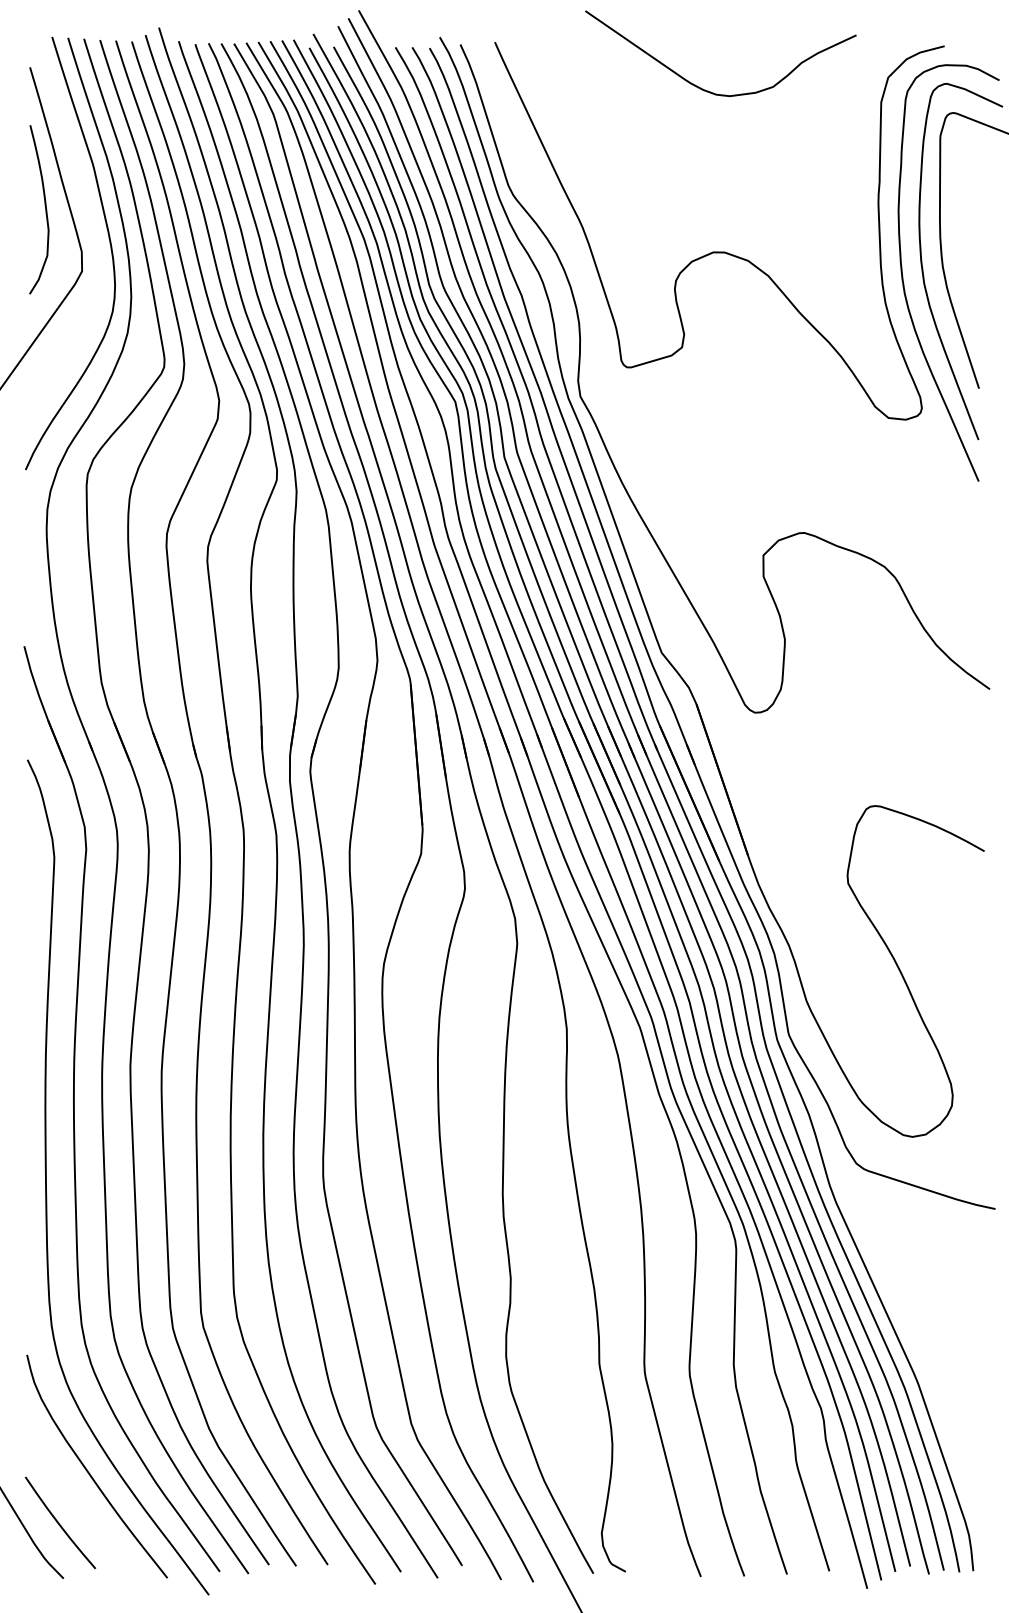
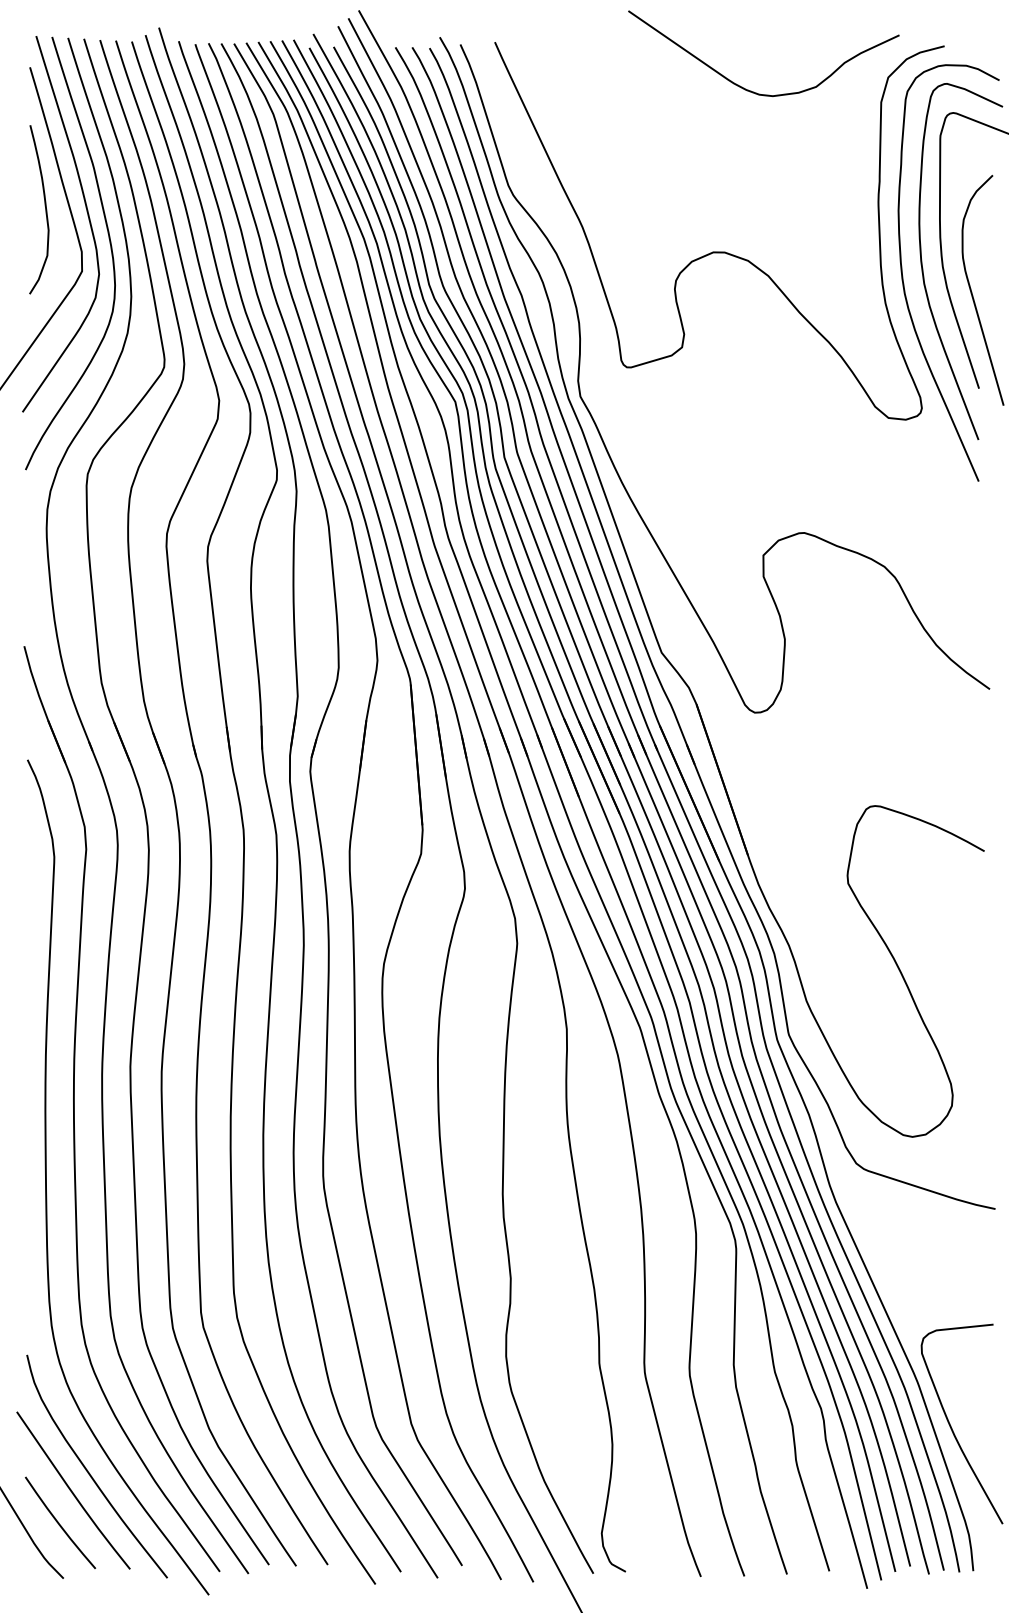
curve at (708, 90) position: (708, 90) -> (751, 90)
curve at (87, 216): none -> present
curve at (972, 292): none -> present
curve at (951, 1425): none -> present
curve at (72, 1490): none -> present
